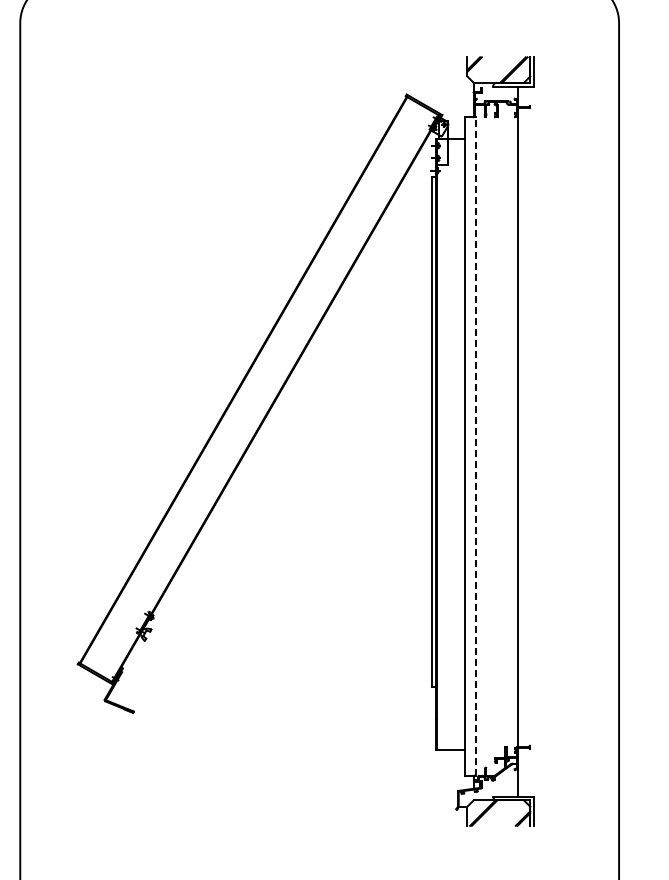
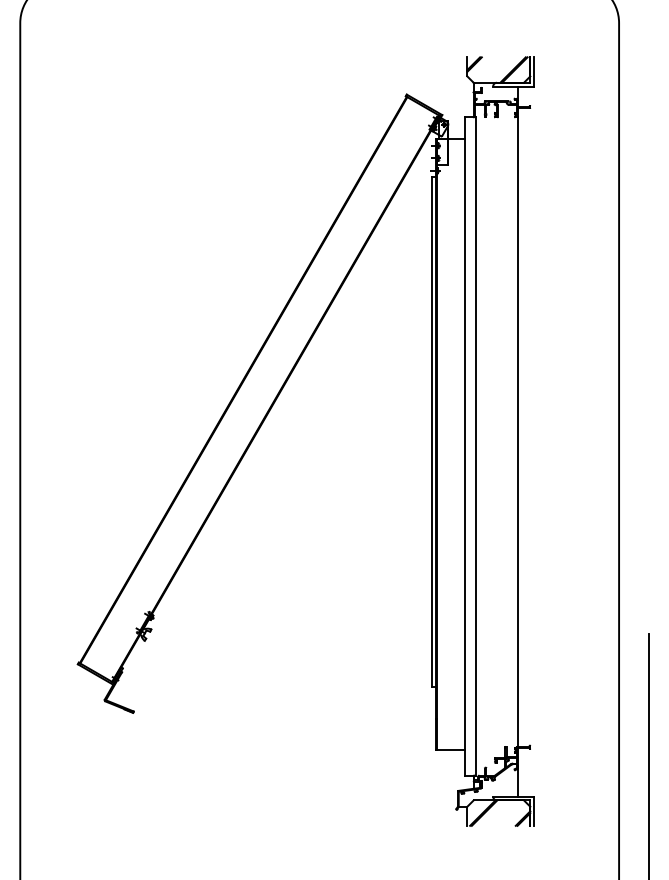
line at (475, 446): dashed -> solid
line at (648, 755): none -> present
